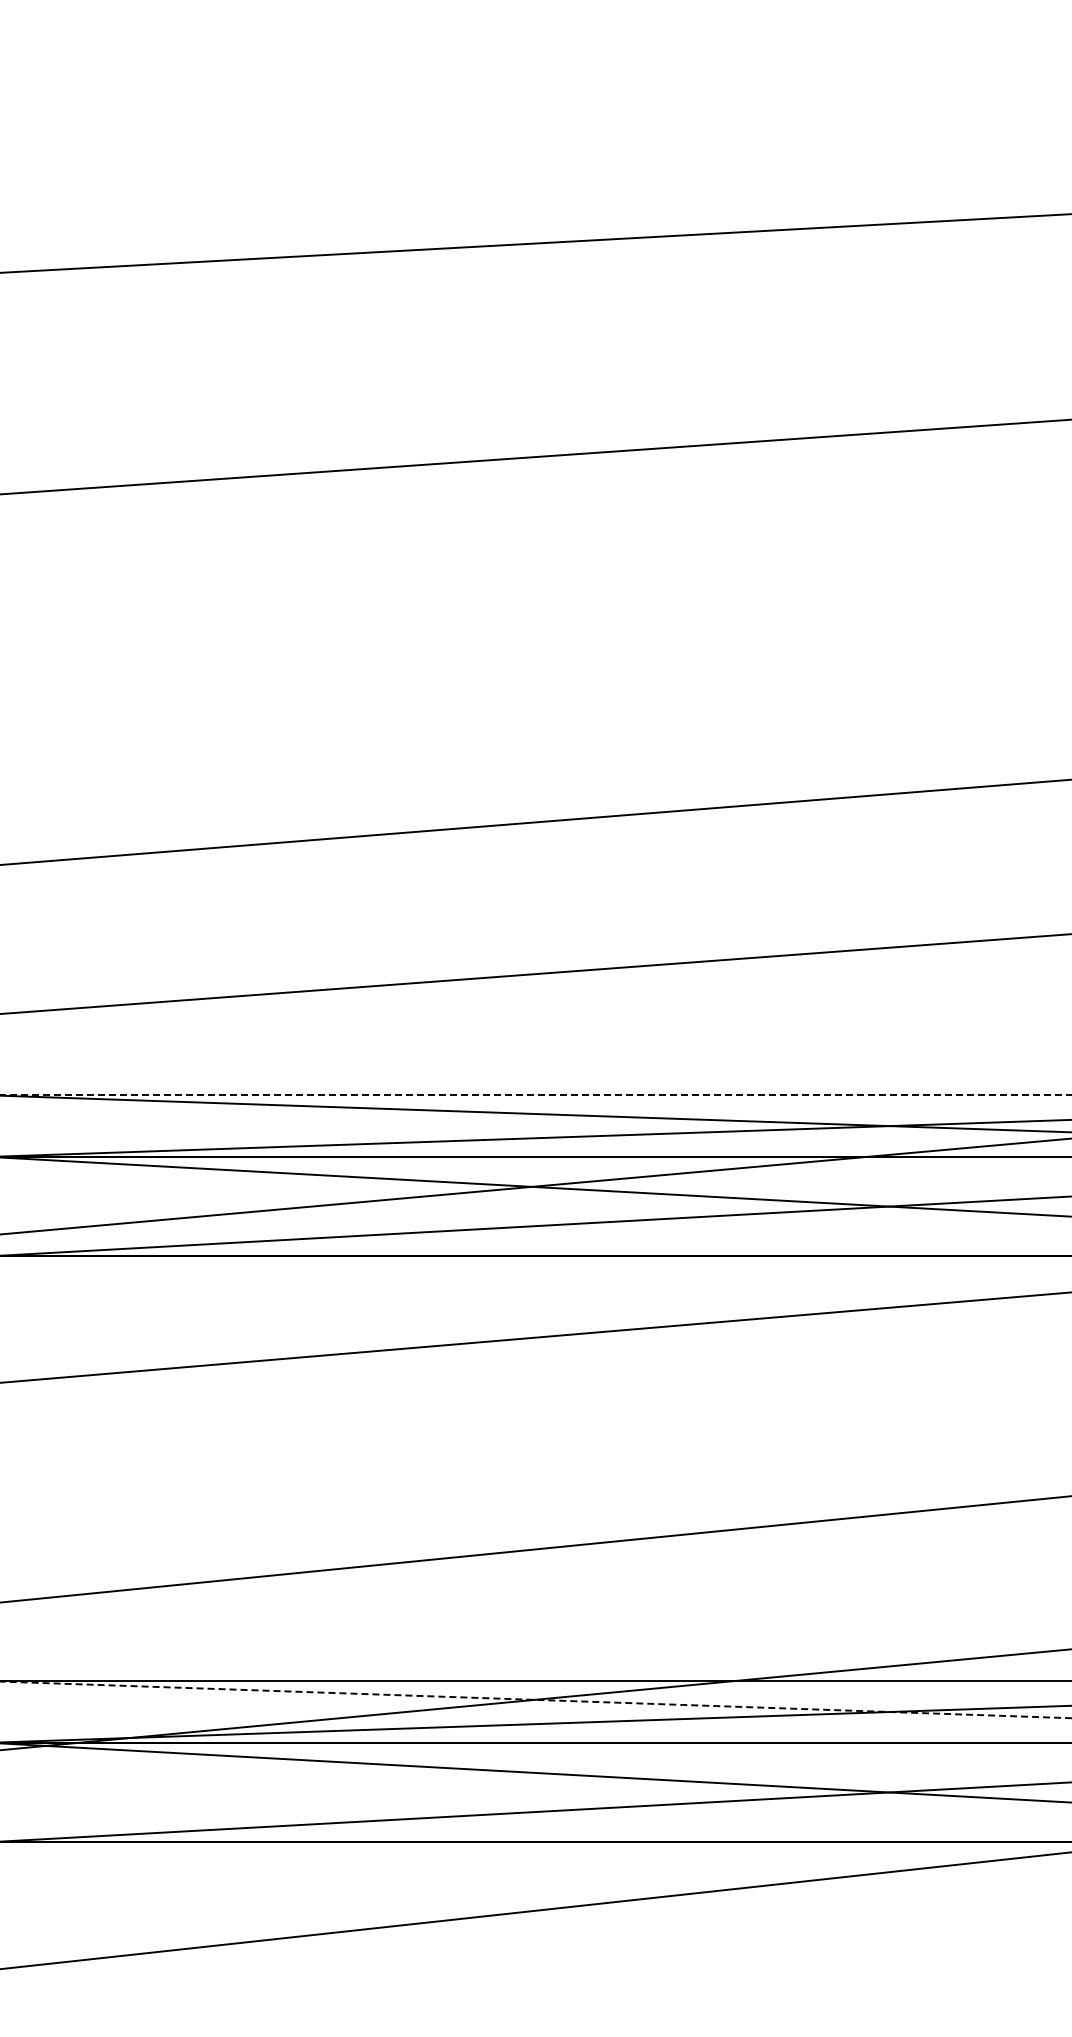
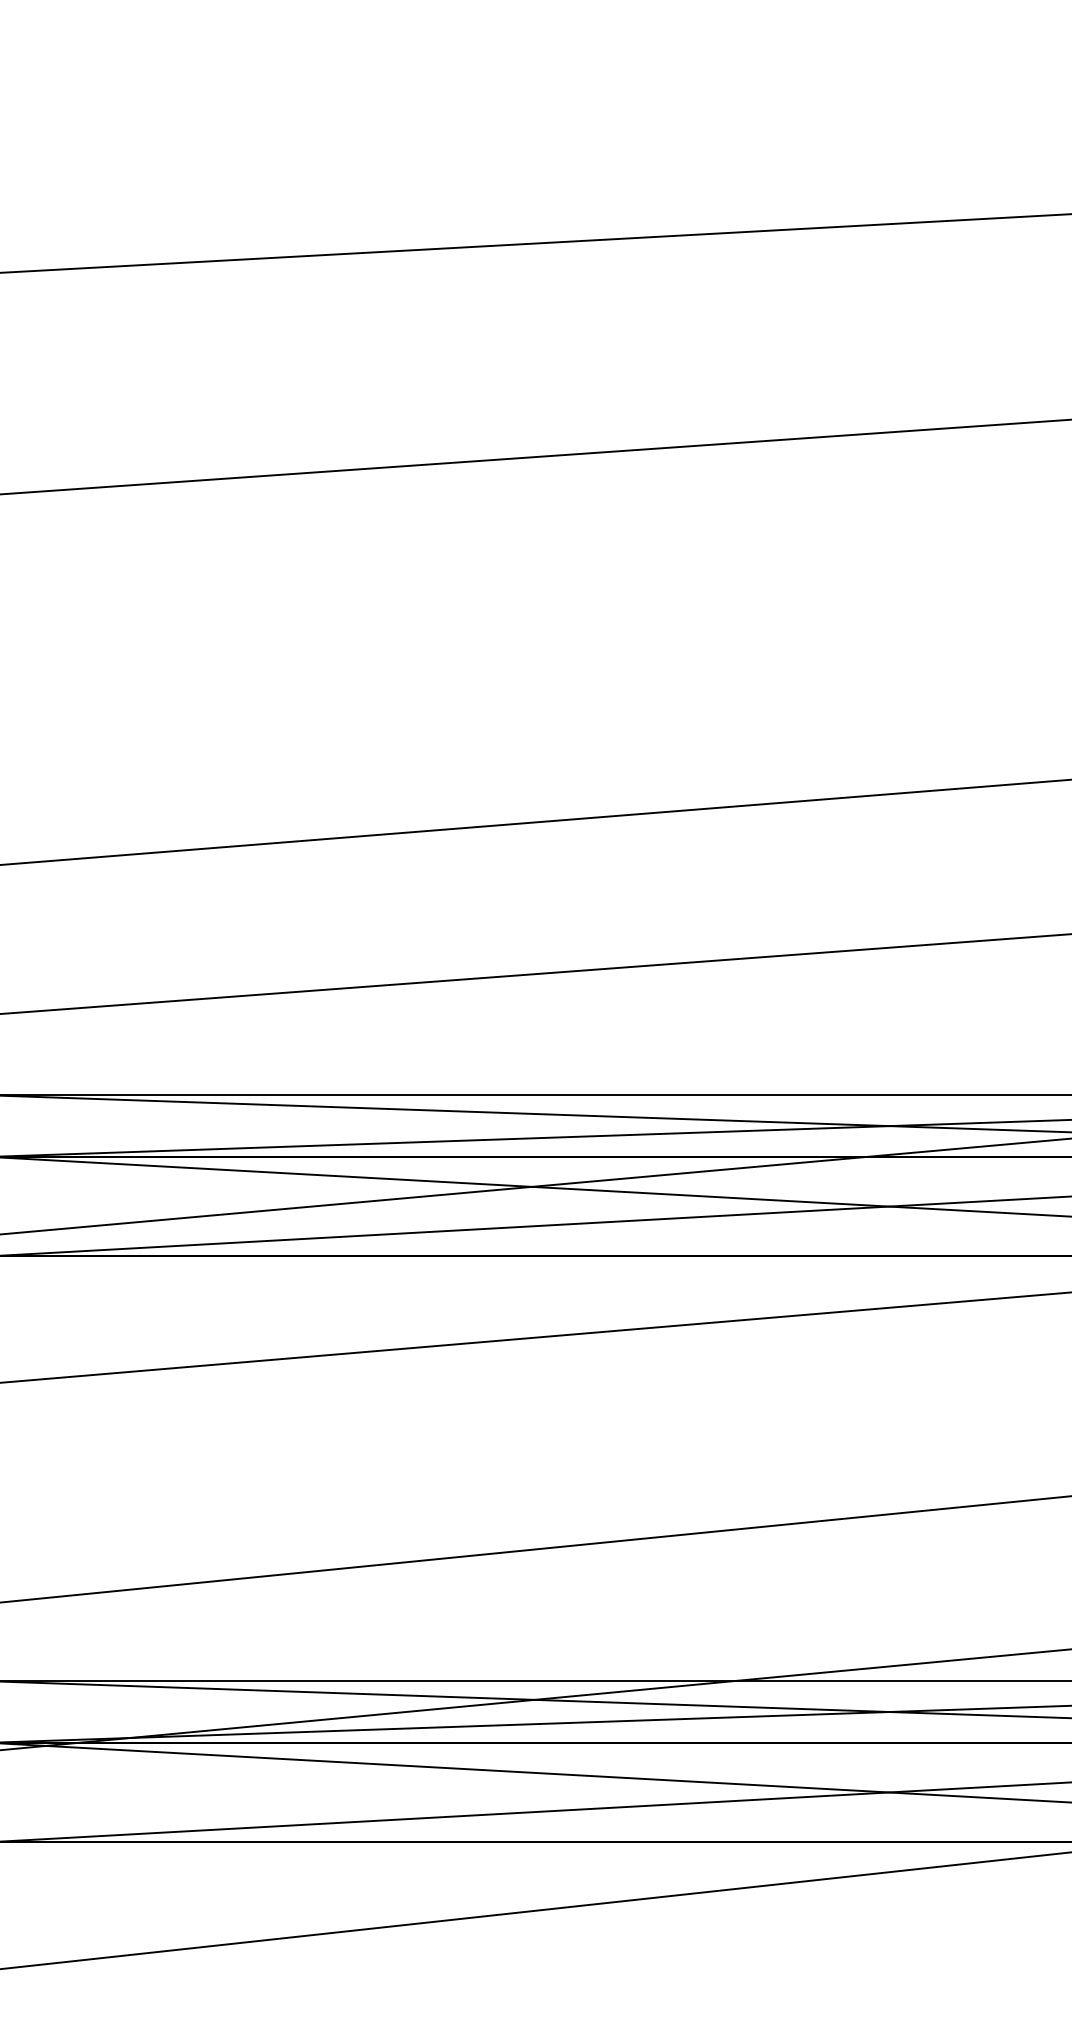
line at (535, 1095): dashed -> solid
line at (535, 1699): dashed -> solid
